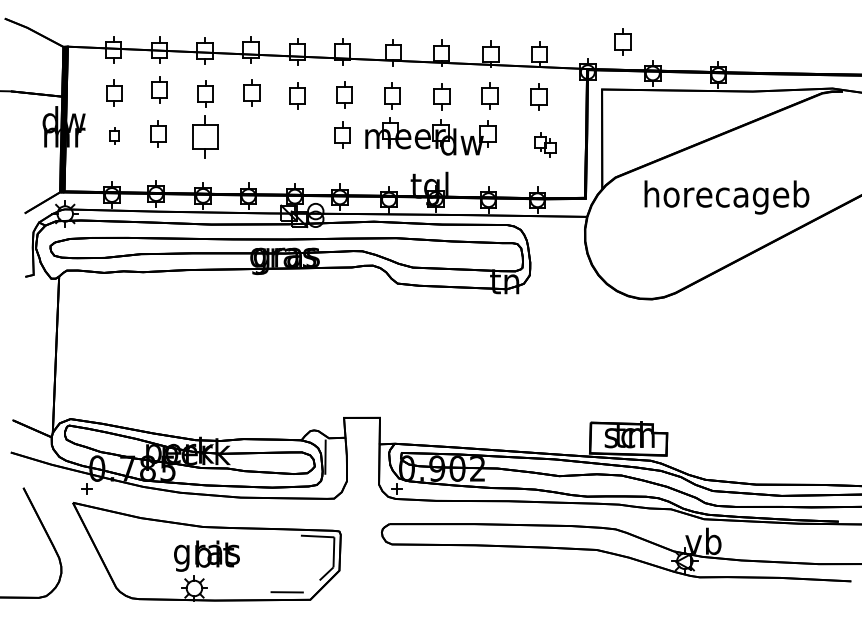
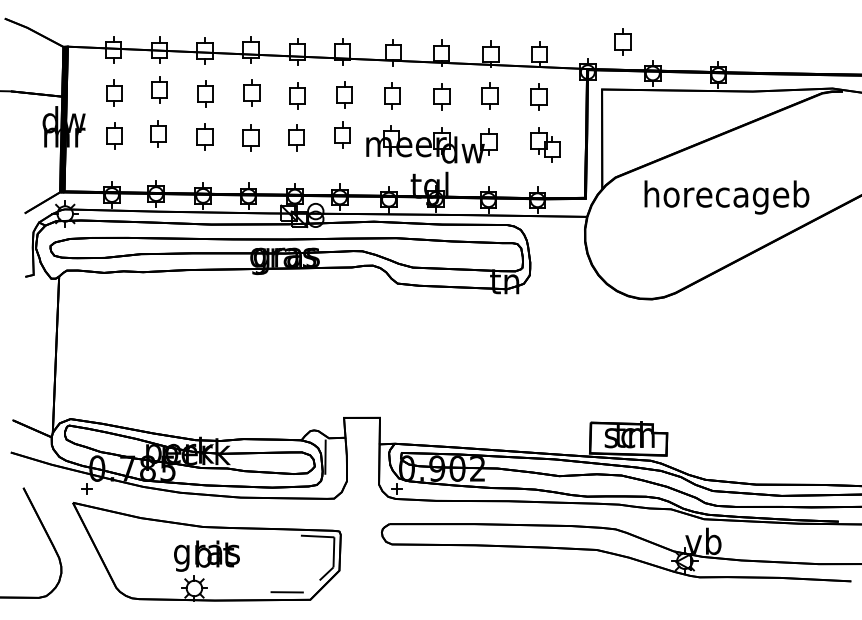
part at (114, 135) size: 11x18 px -> 17x28 px
part at (205, 136) size: 27x44 px -> 18x28 px
part at (430, 136) position: (430, 136) -> (431, 144)
part at (250, 137): none -> present
part at (296, 137): none -> present
part at (545, 144) size: 23x26 px -> 31x36 px
